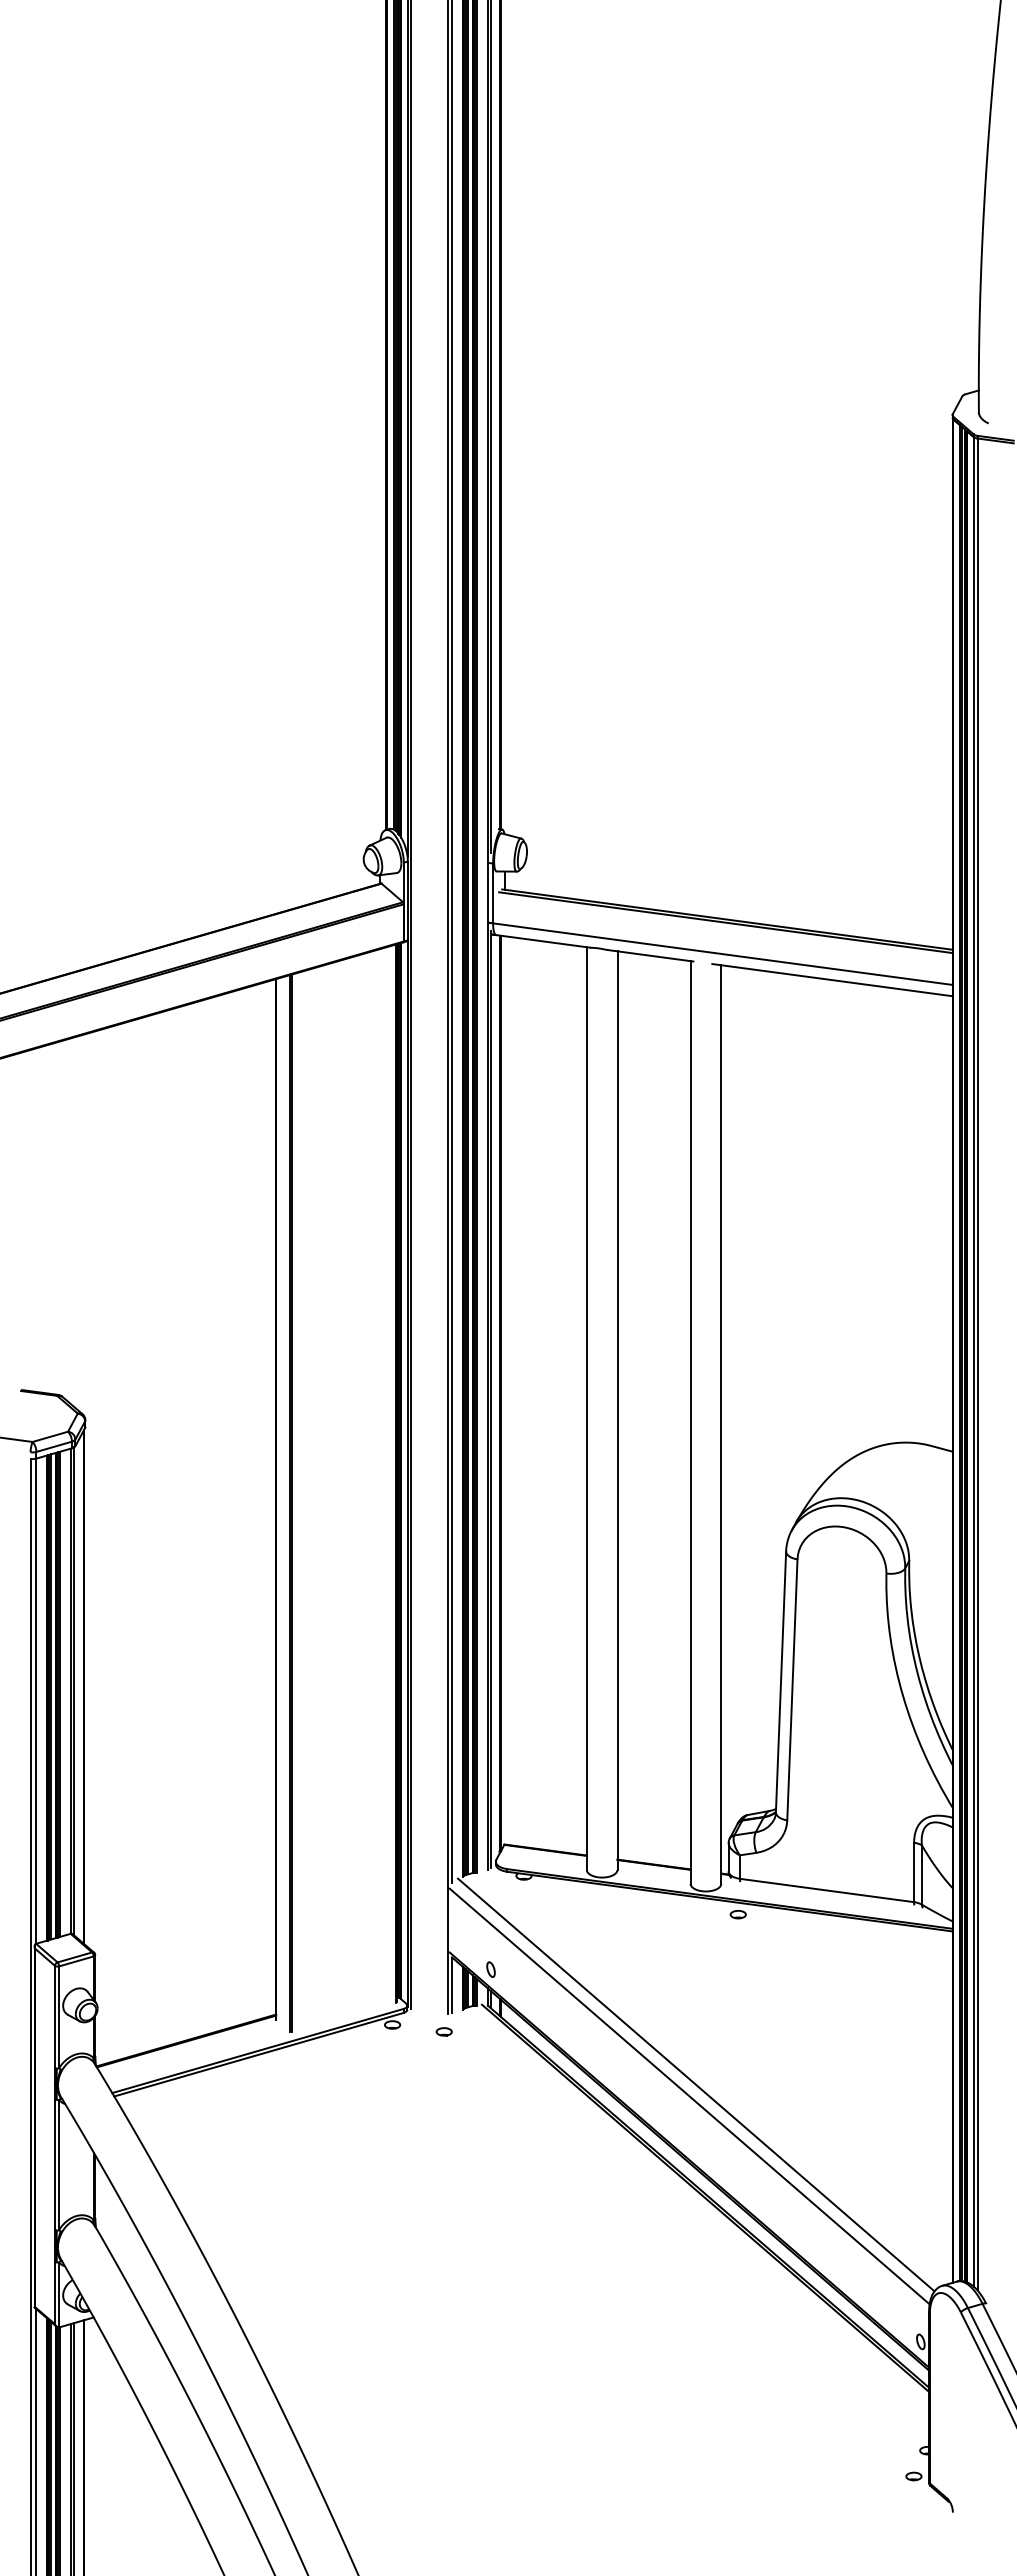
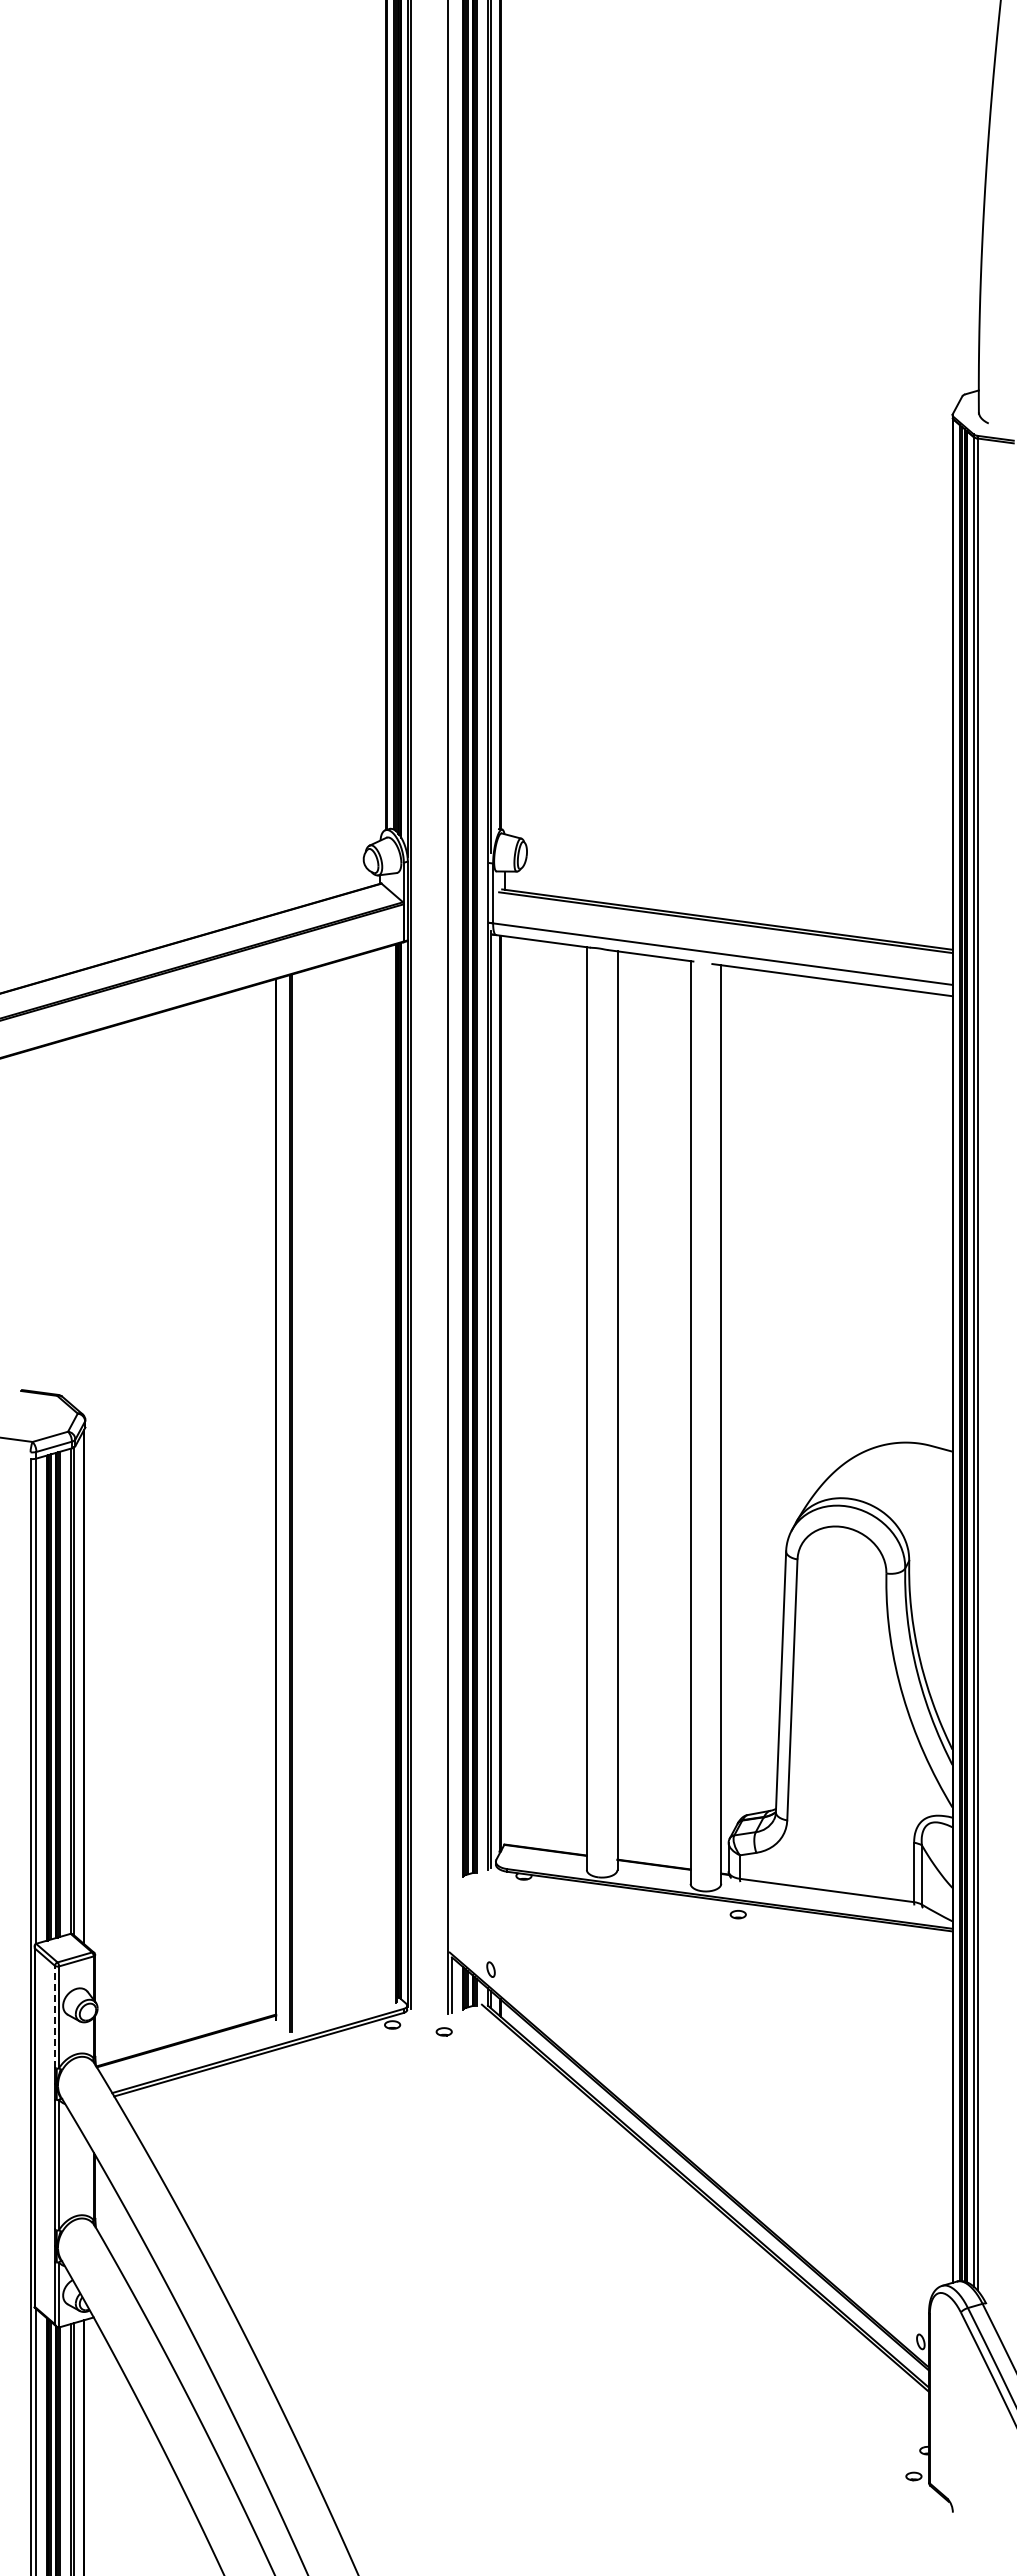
line at (452, 942): present -> none
line at (54, 2016): solid -> dashed
line at (696, 2084): present -> none
line at (689, 2096): present -> none
